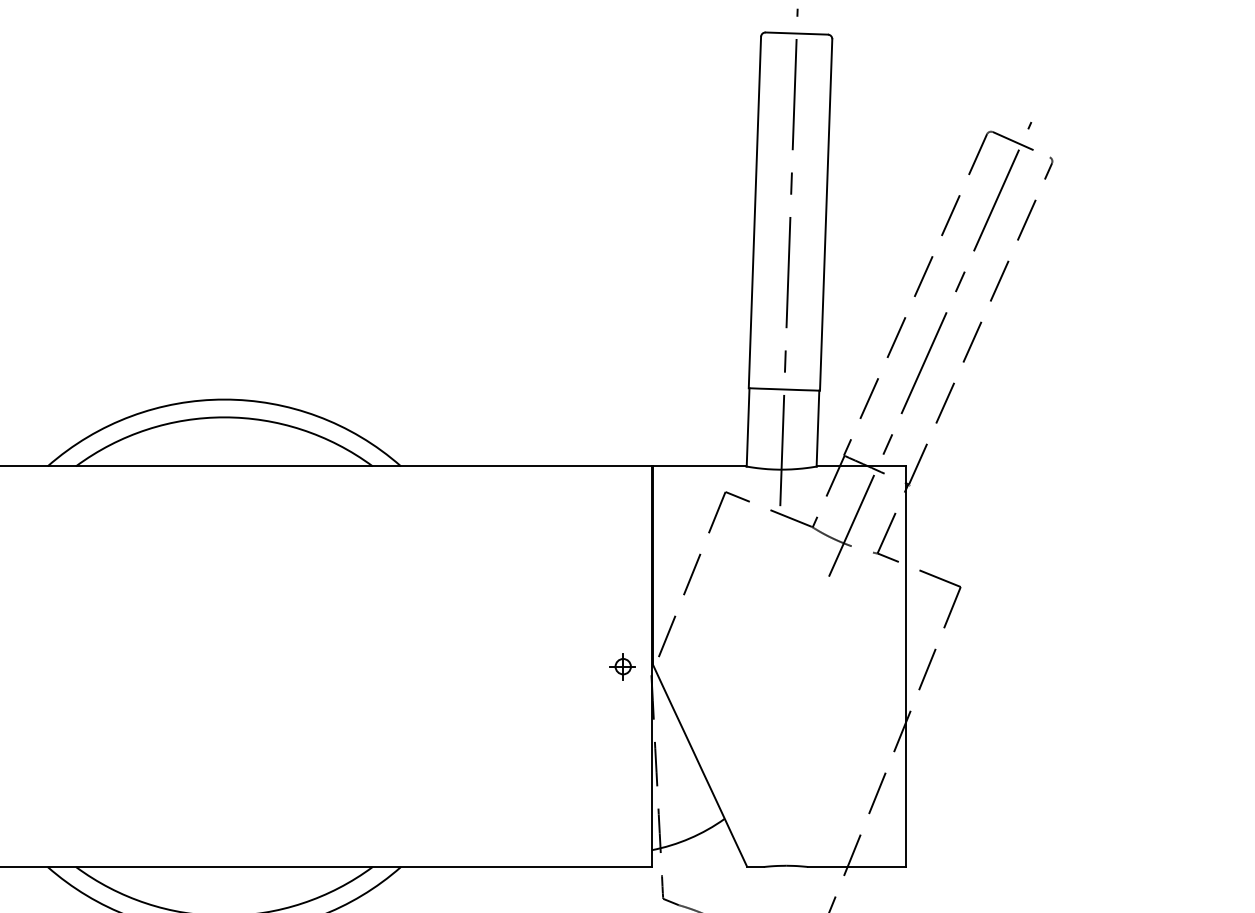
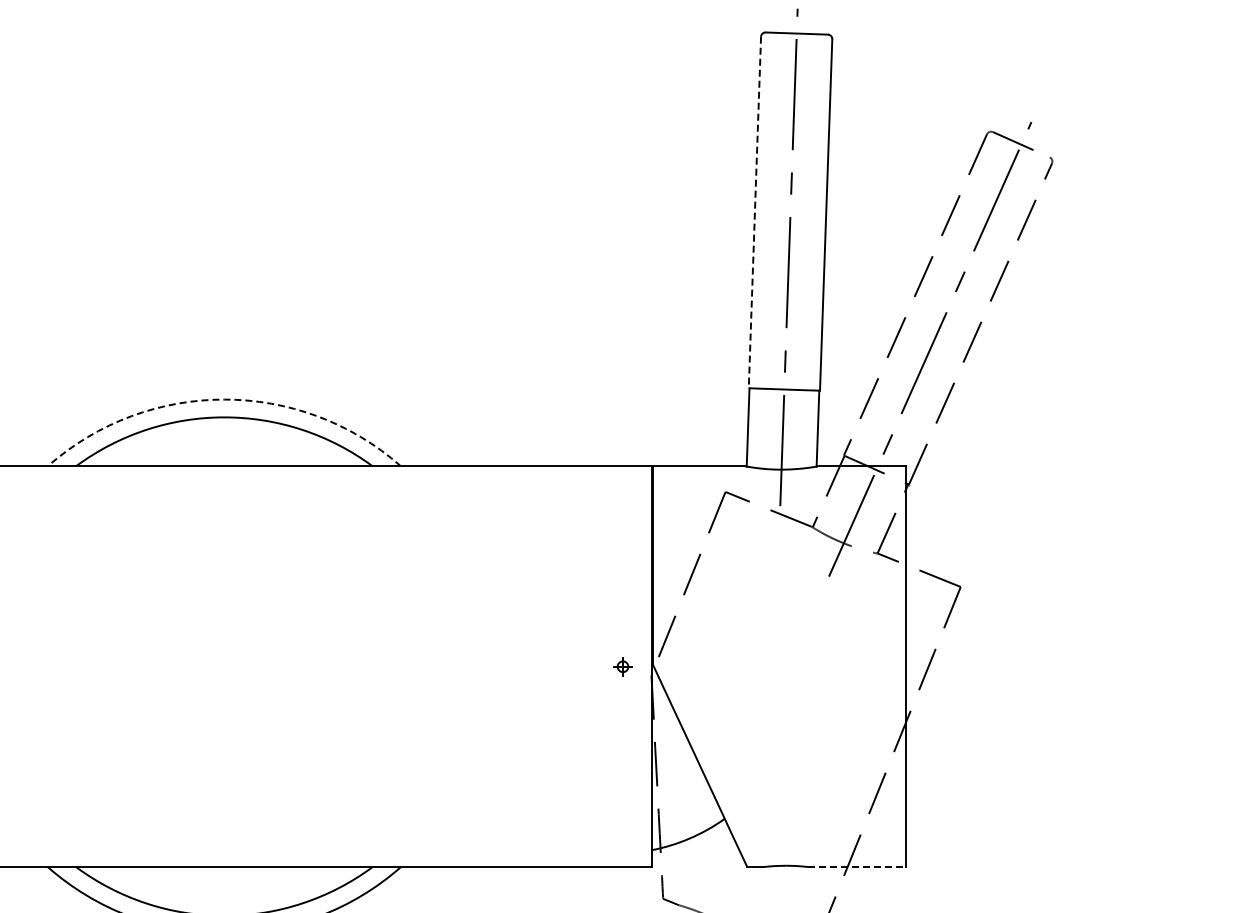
line at (754, 212): solid -> dashed
arc at (224, 399): solid -> dashed
part at (622, 666) size: 27x28 px -> 20x20 px
line at (857, 867): solid -> dashed
